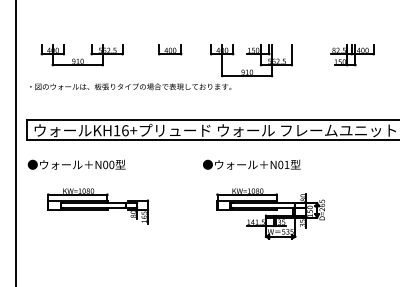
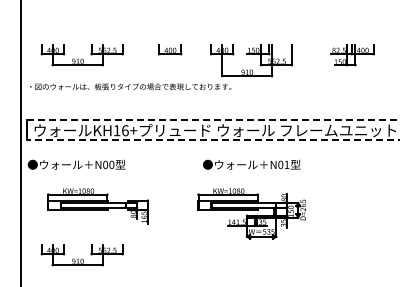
line at (214, 120): solid -> dashed
line at (213, 140): solid -> dashed
line at (16, 142) position: (16, 142) -> (21, 142)
part at (270, 213) position: (270, 213) -> (251, 213)
part at (81, 255): none -> present
